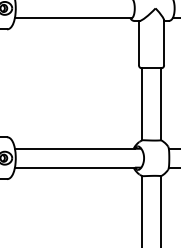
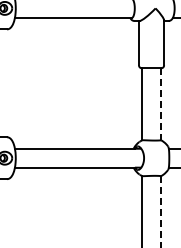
line at (161, 104): solid -> dashed
line at (161, 212): solid -> dashed
